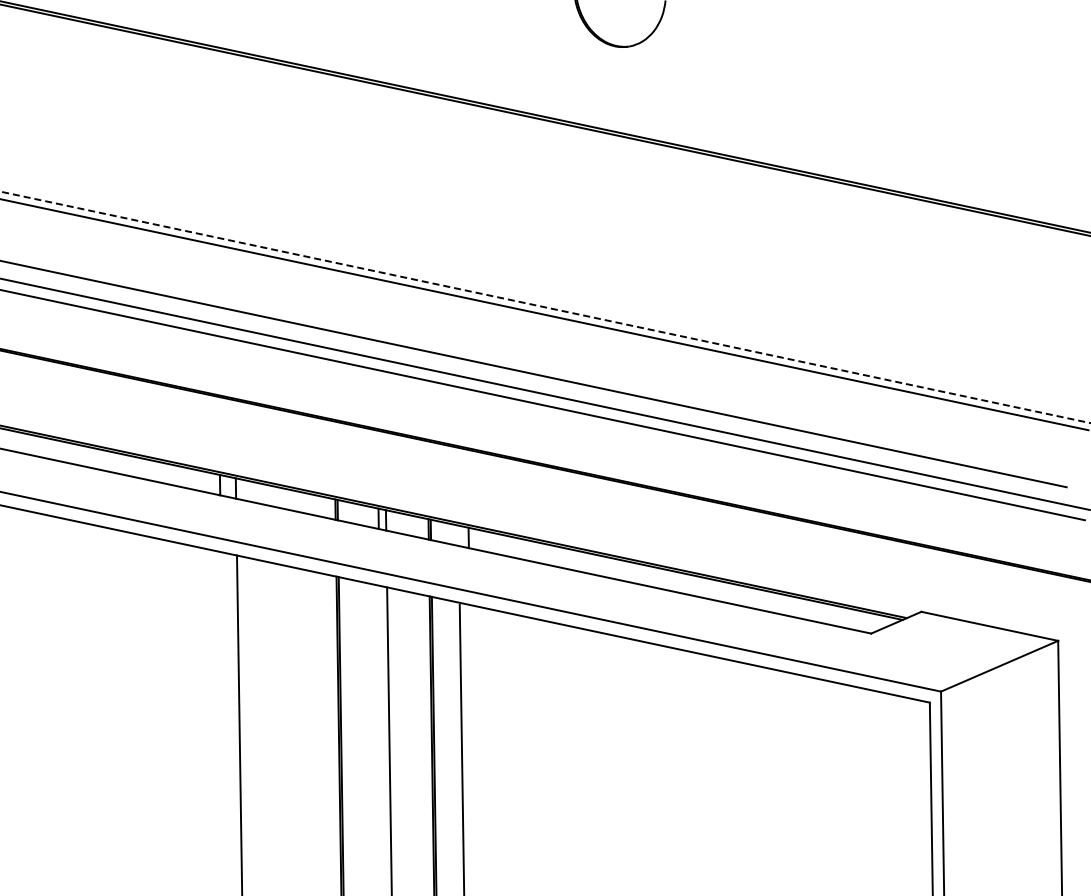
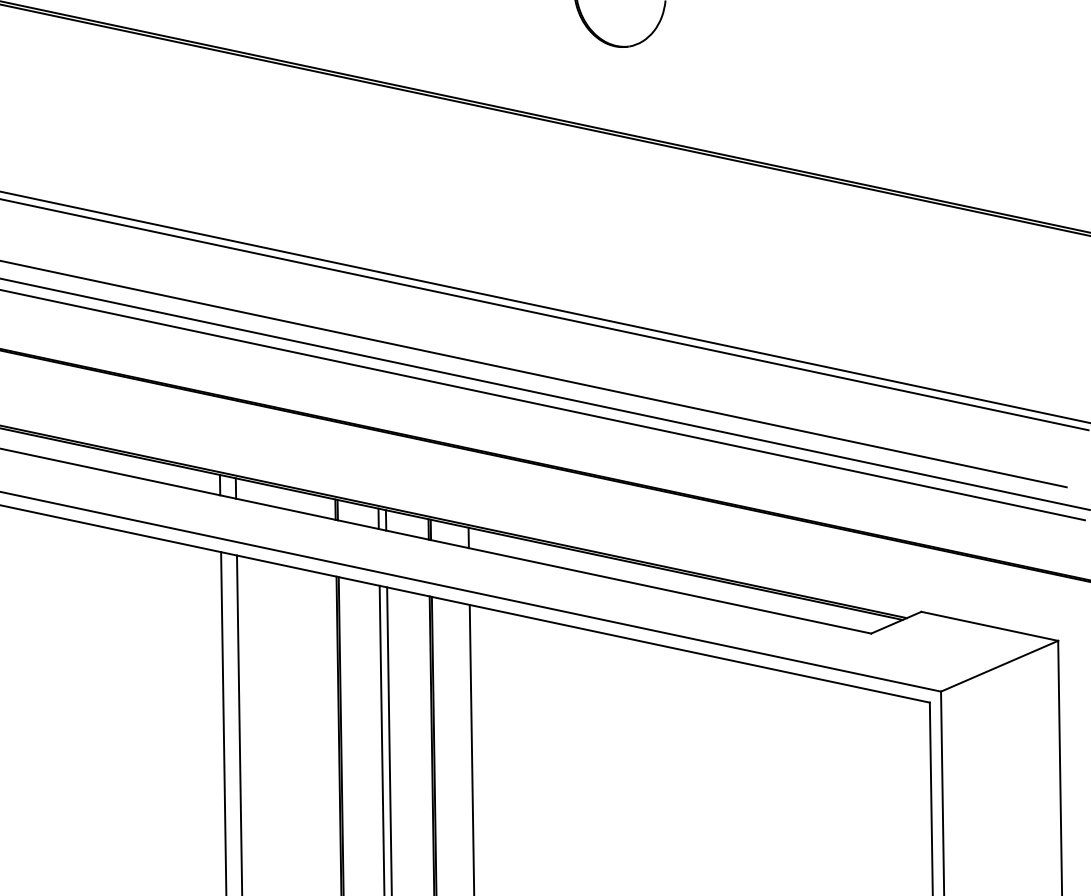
line at (545, 307): dashed -> solid
line at (223, 722): none -> present
line at (381, 738): none -> present
line at (461, 748) position: (461, 748) -> (471, 748)
